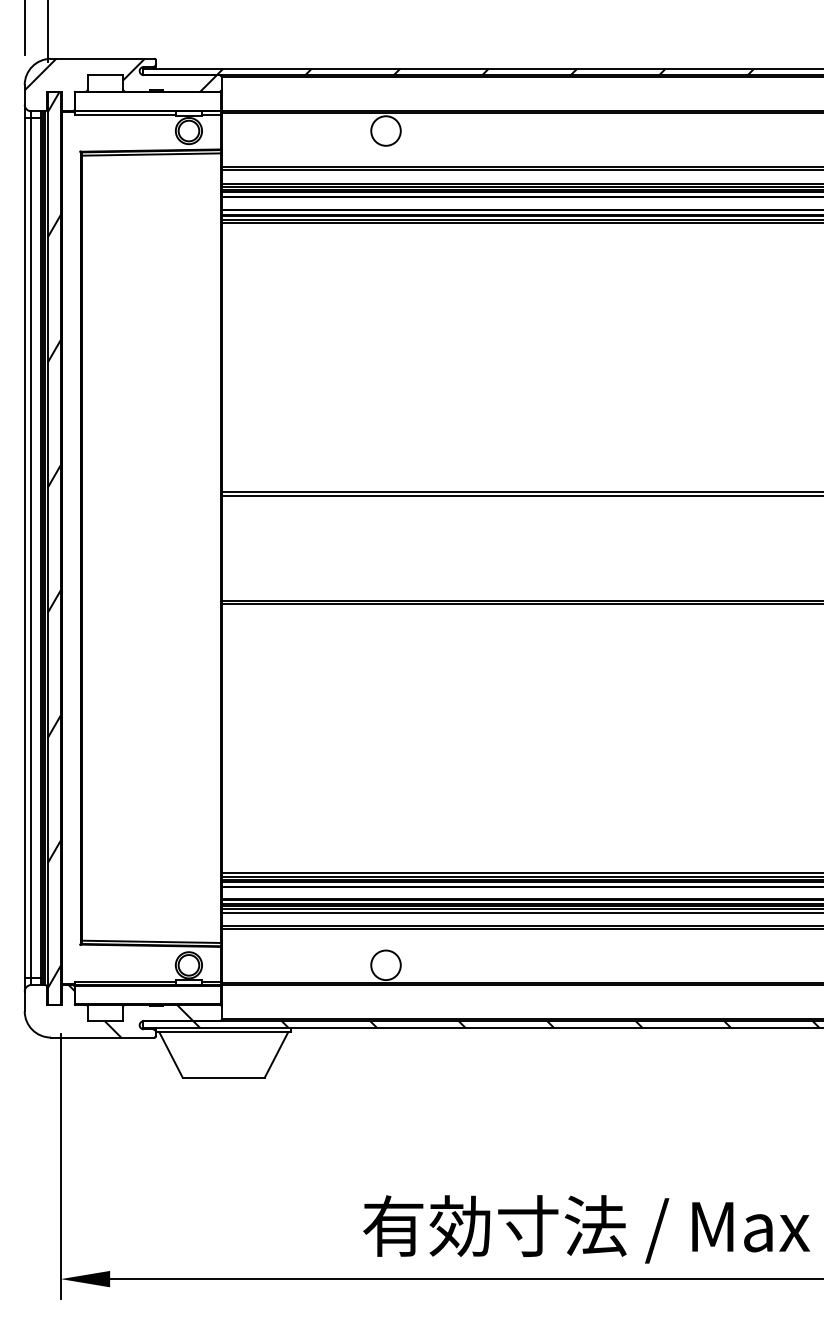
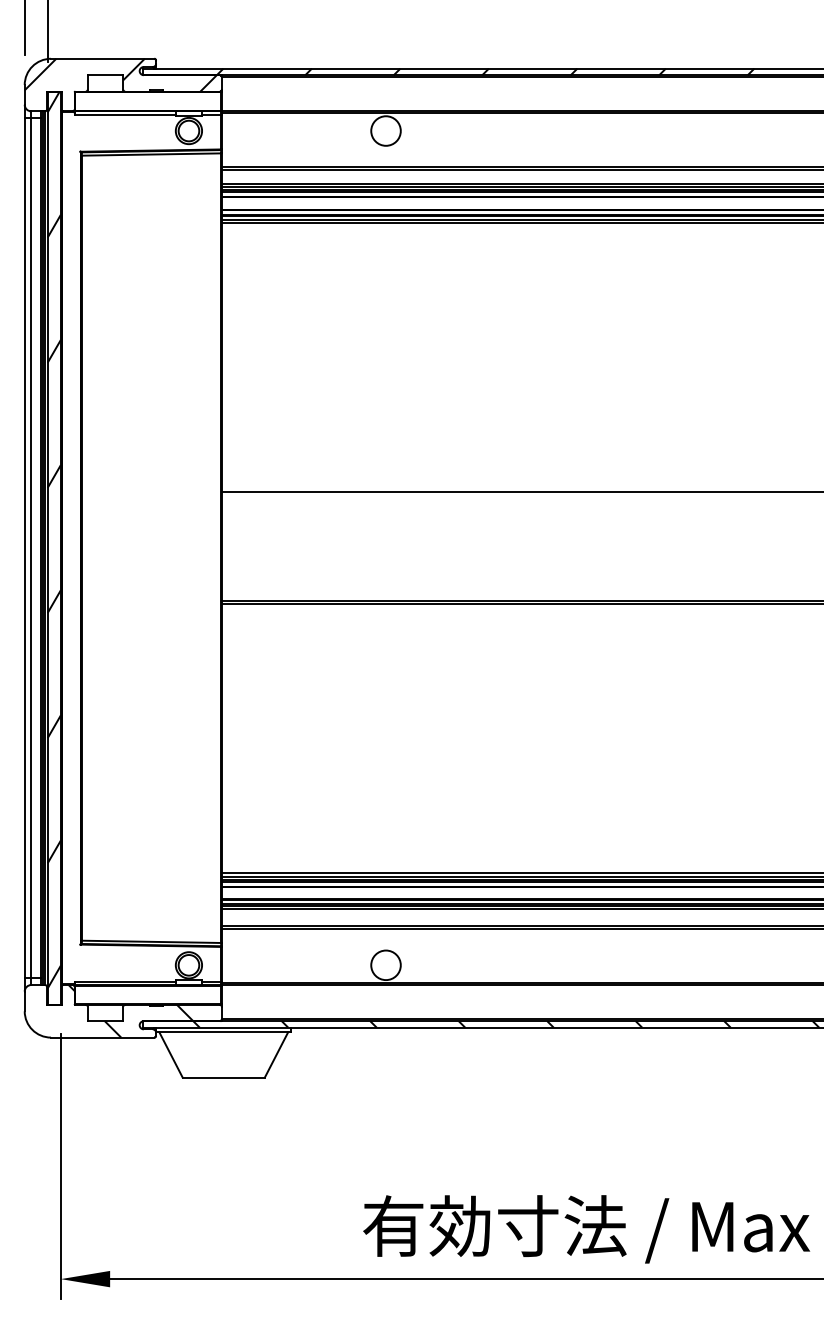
line at (520, 495): present -> none
line at (520, 912): present -> none
